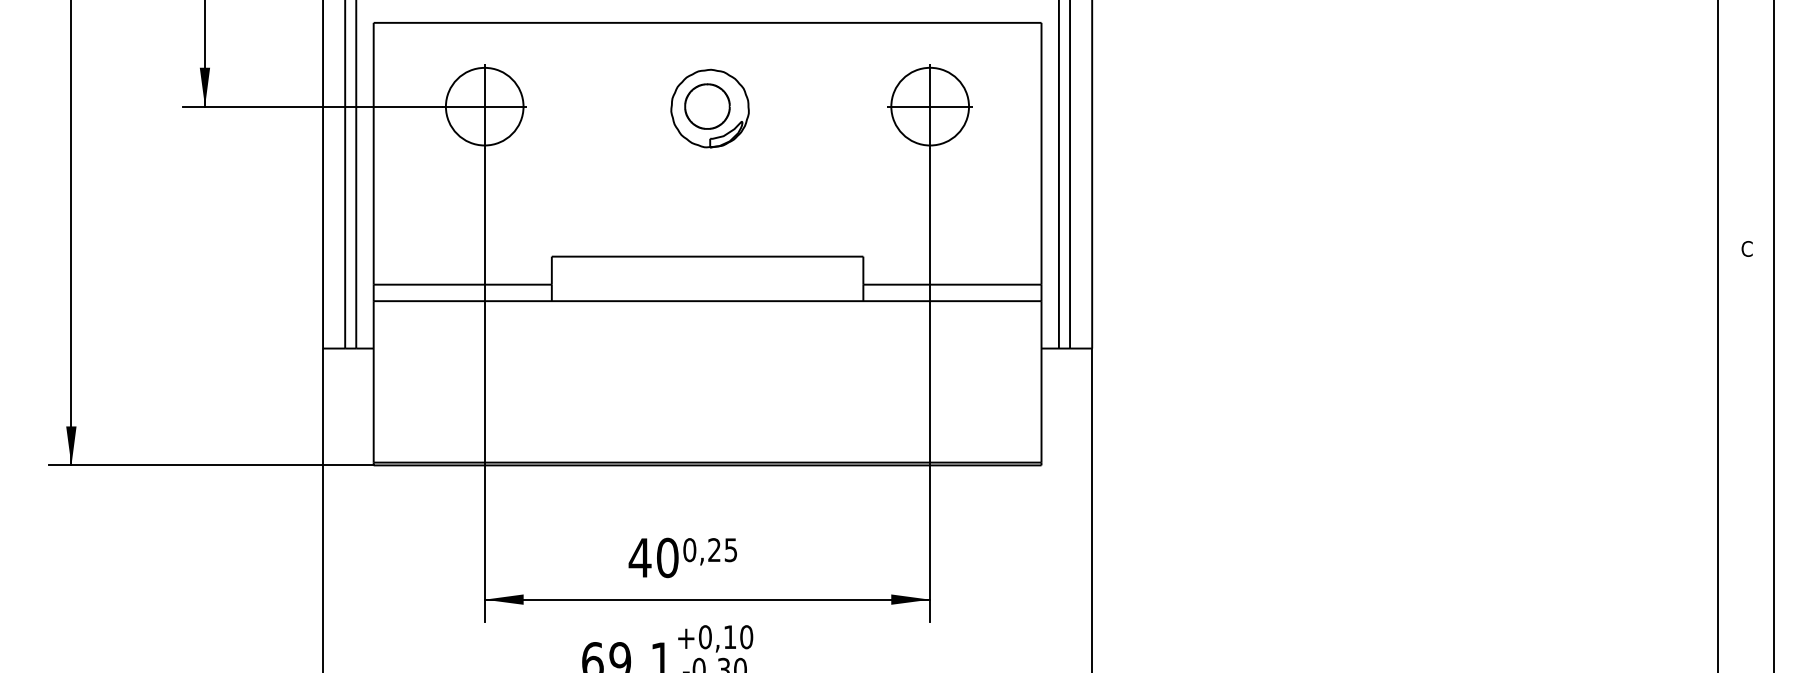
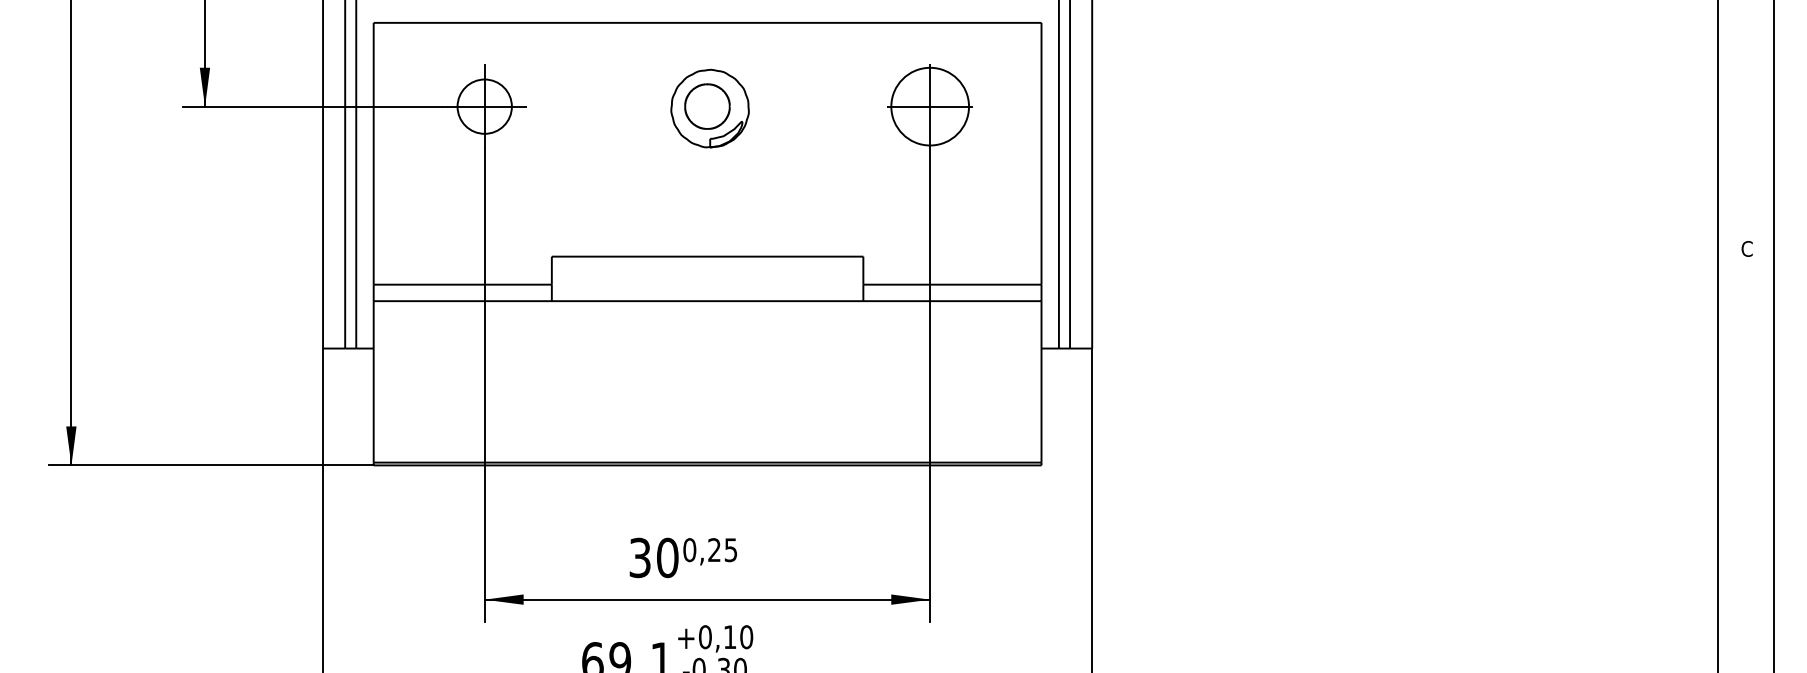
circle at (484, 106) diameter: 78 px -> 54 px
text at (639, 557): 40 -> 30
